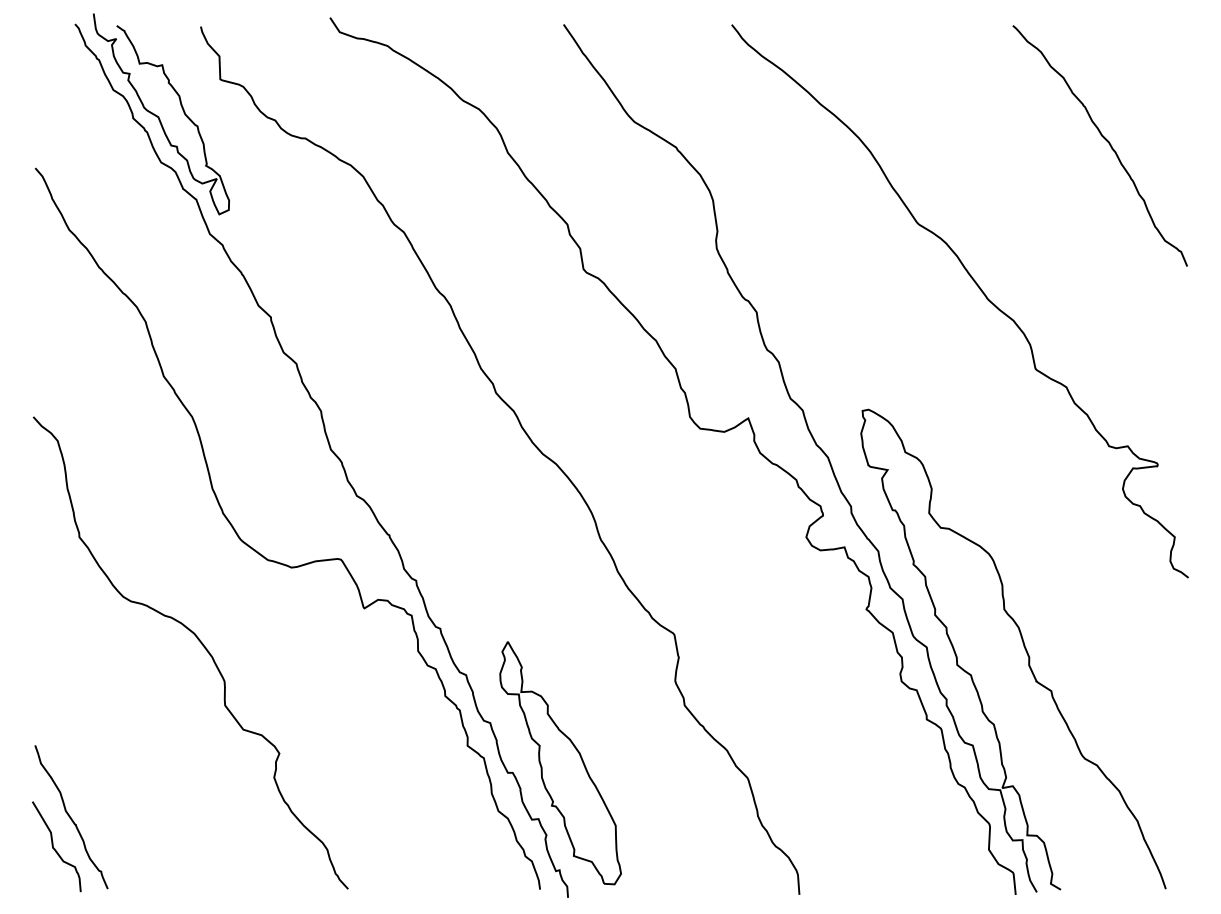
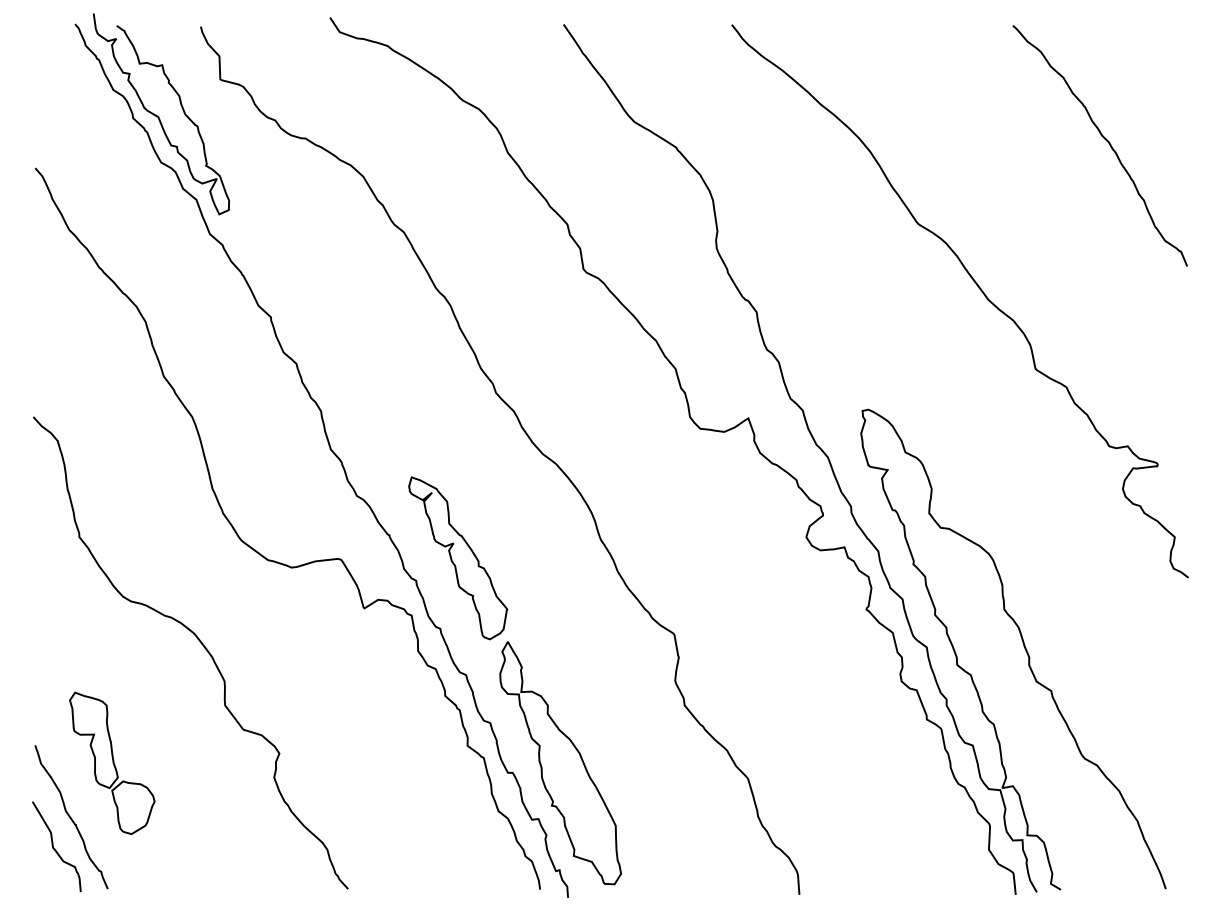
part at (458, 558): none -> present
part at (112, 762): none -> present
